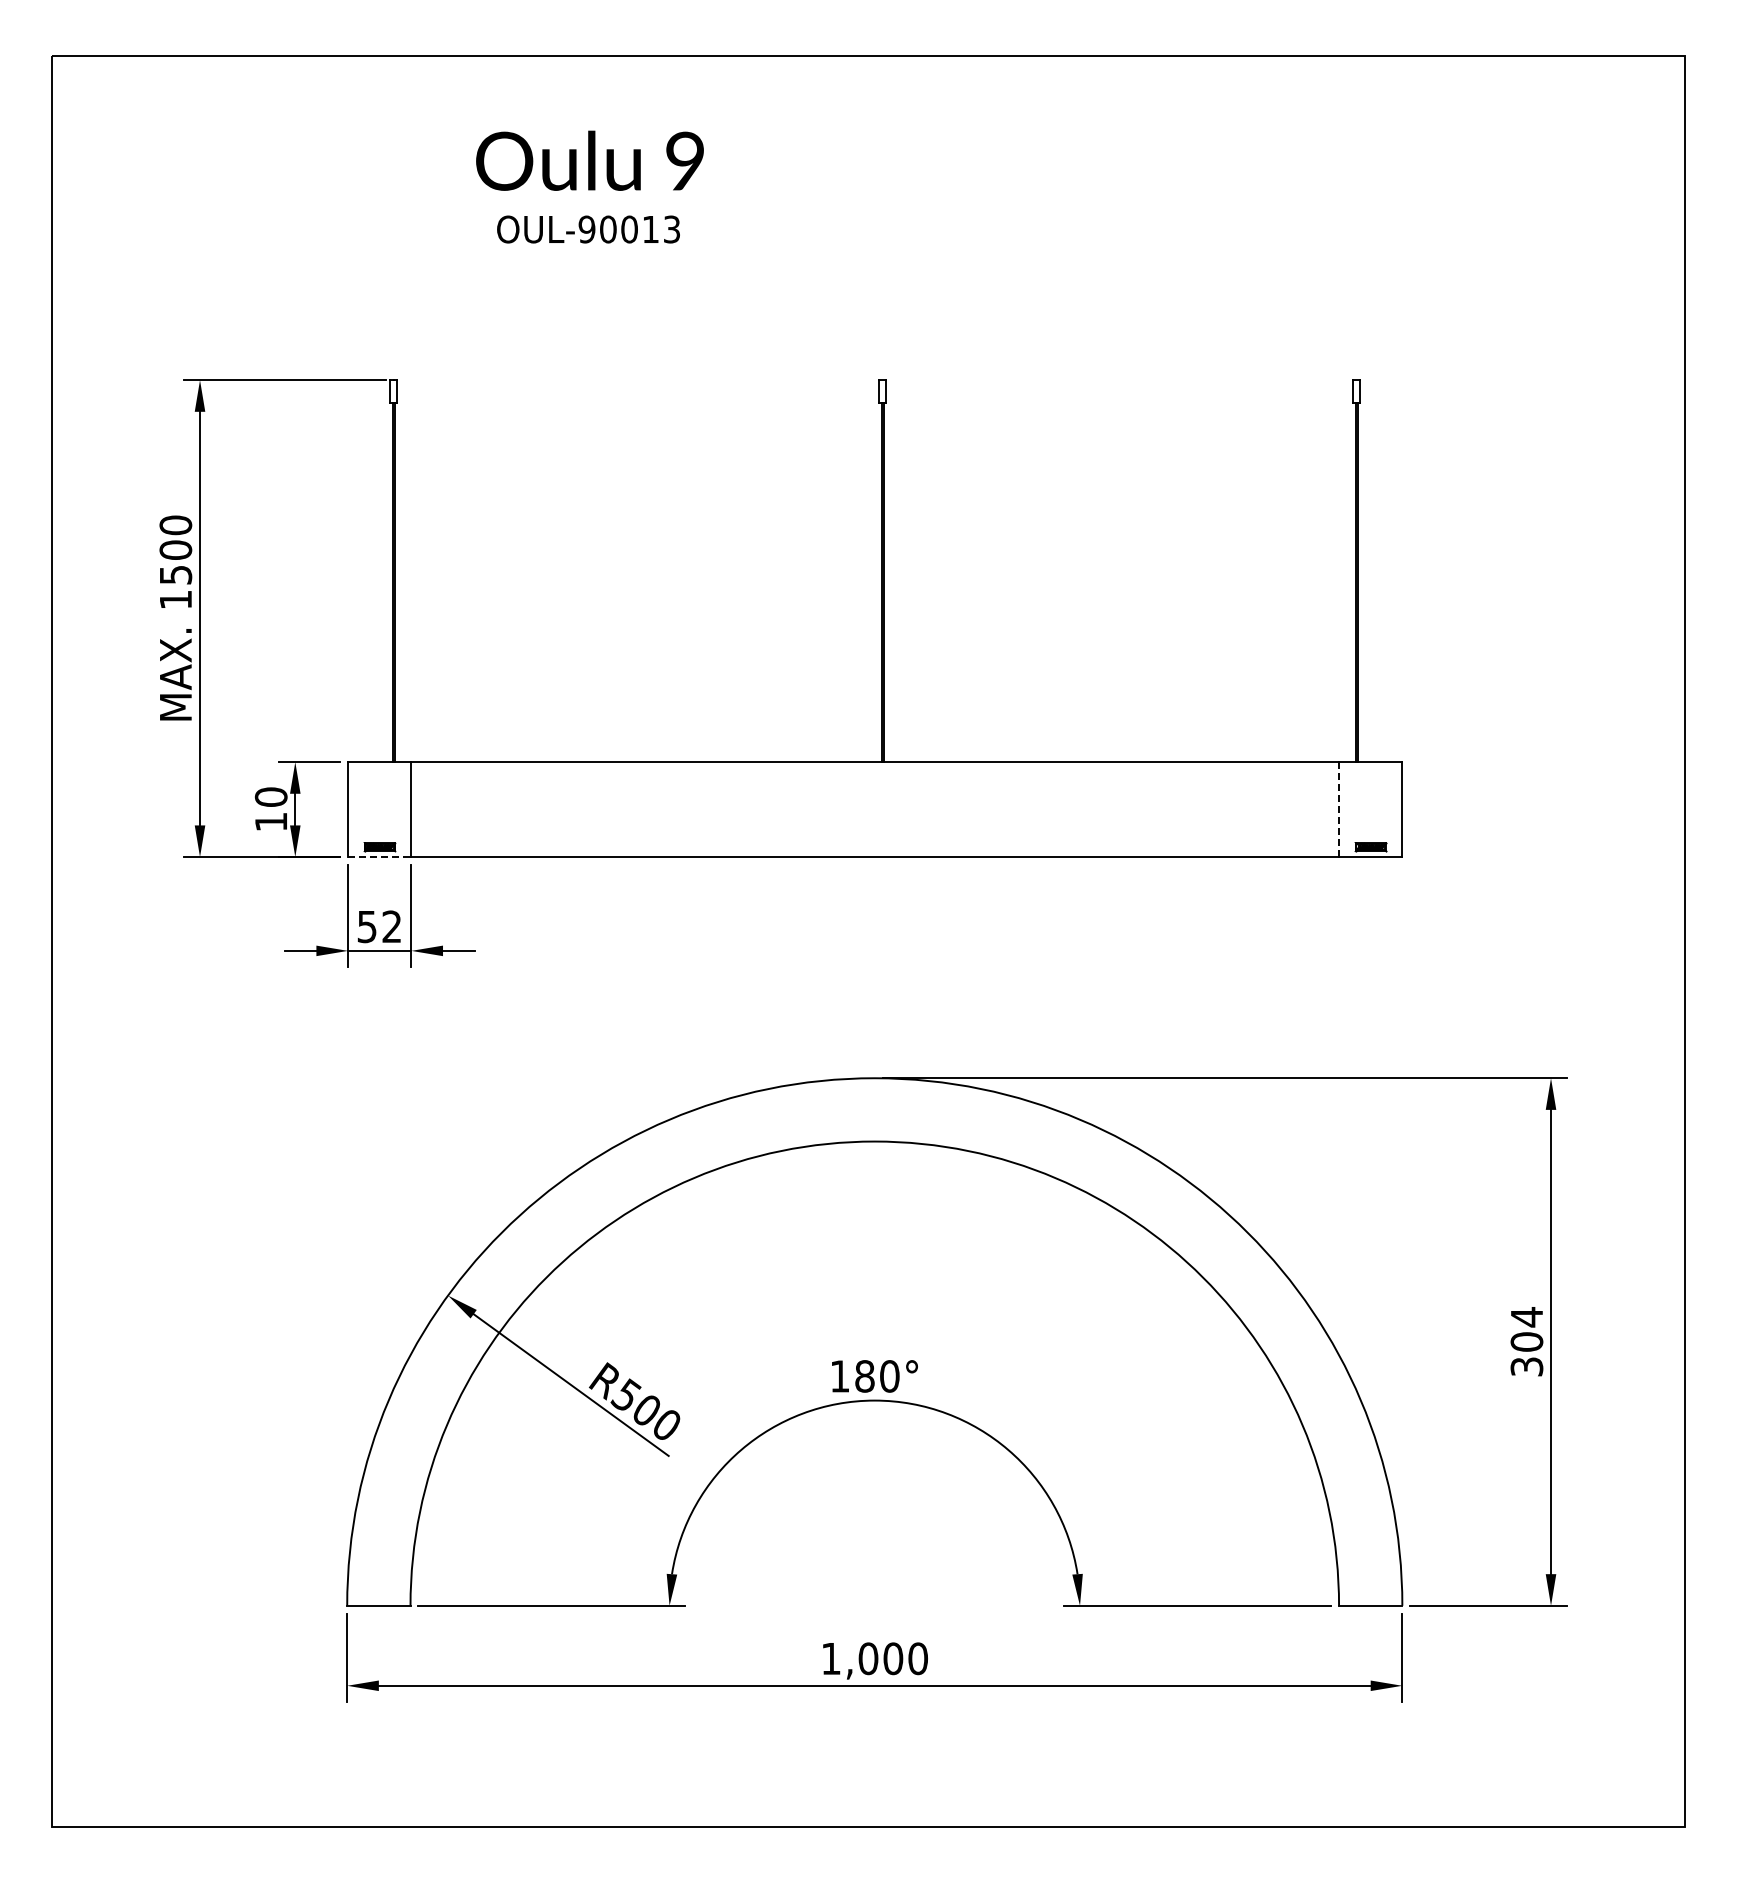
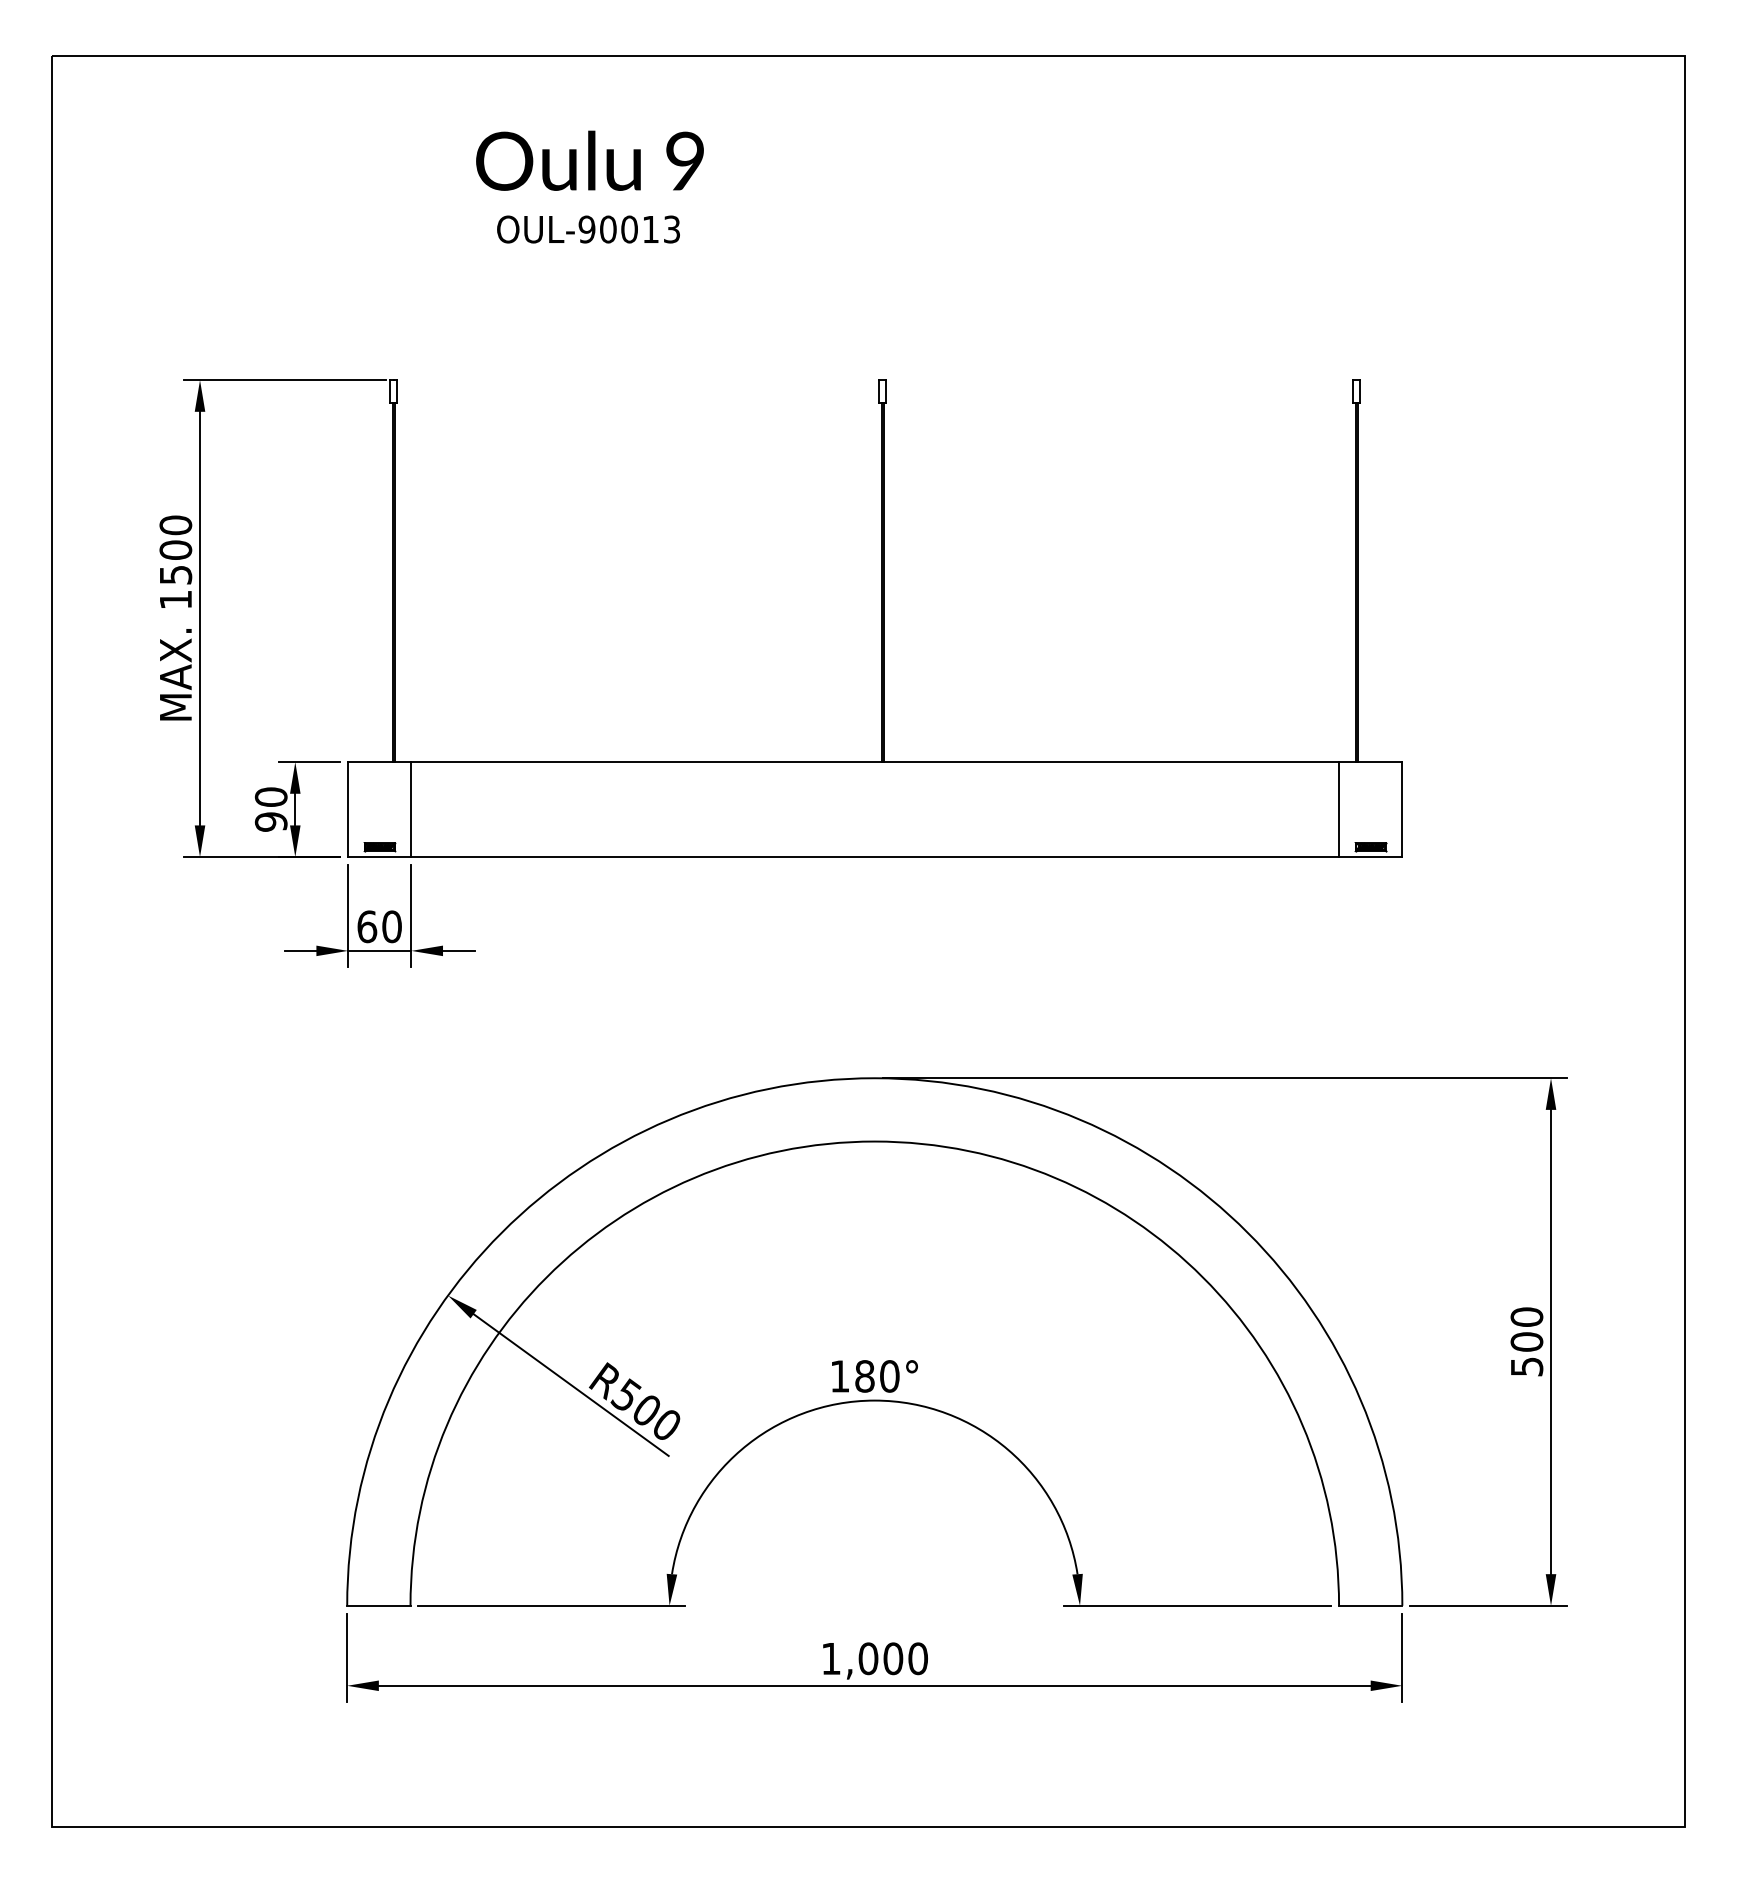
line at (1339, 810): dashed -> solid
text at (270, 821): 10 -> 90
line at (379, 857): dashed -> solid
text at (379, 926): 52 -> 60
text at (1526, 1341): 304 -> 500
